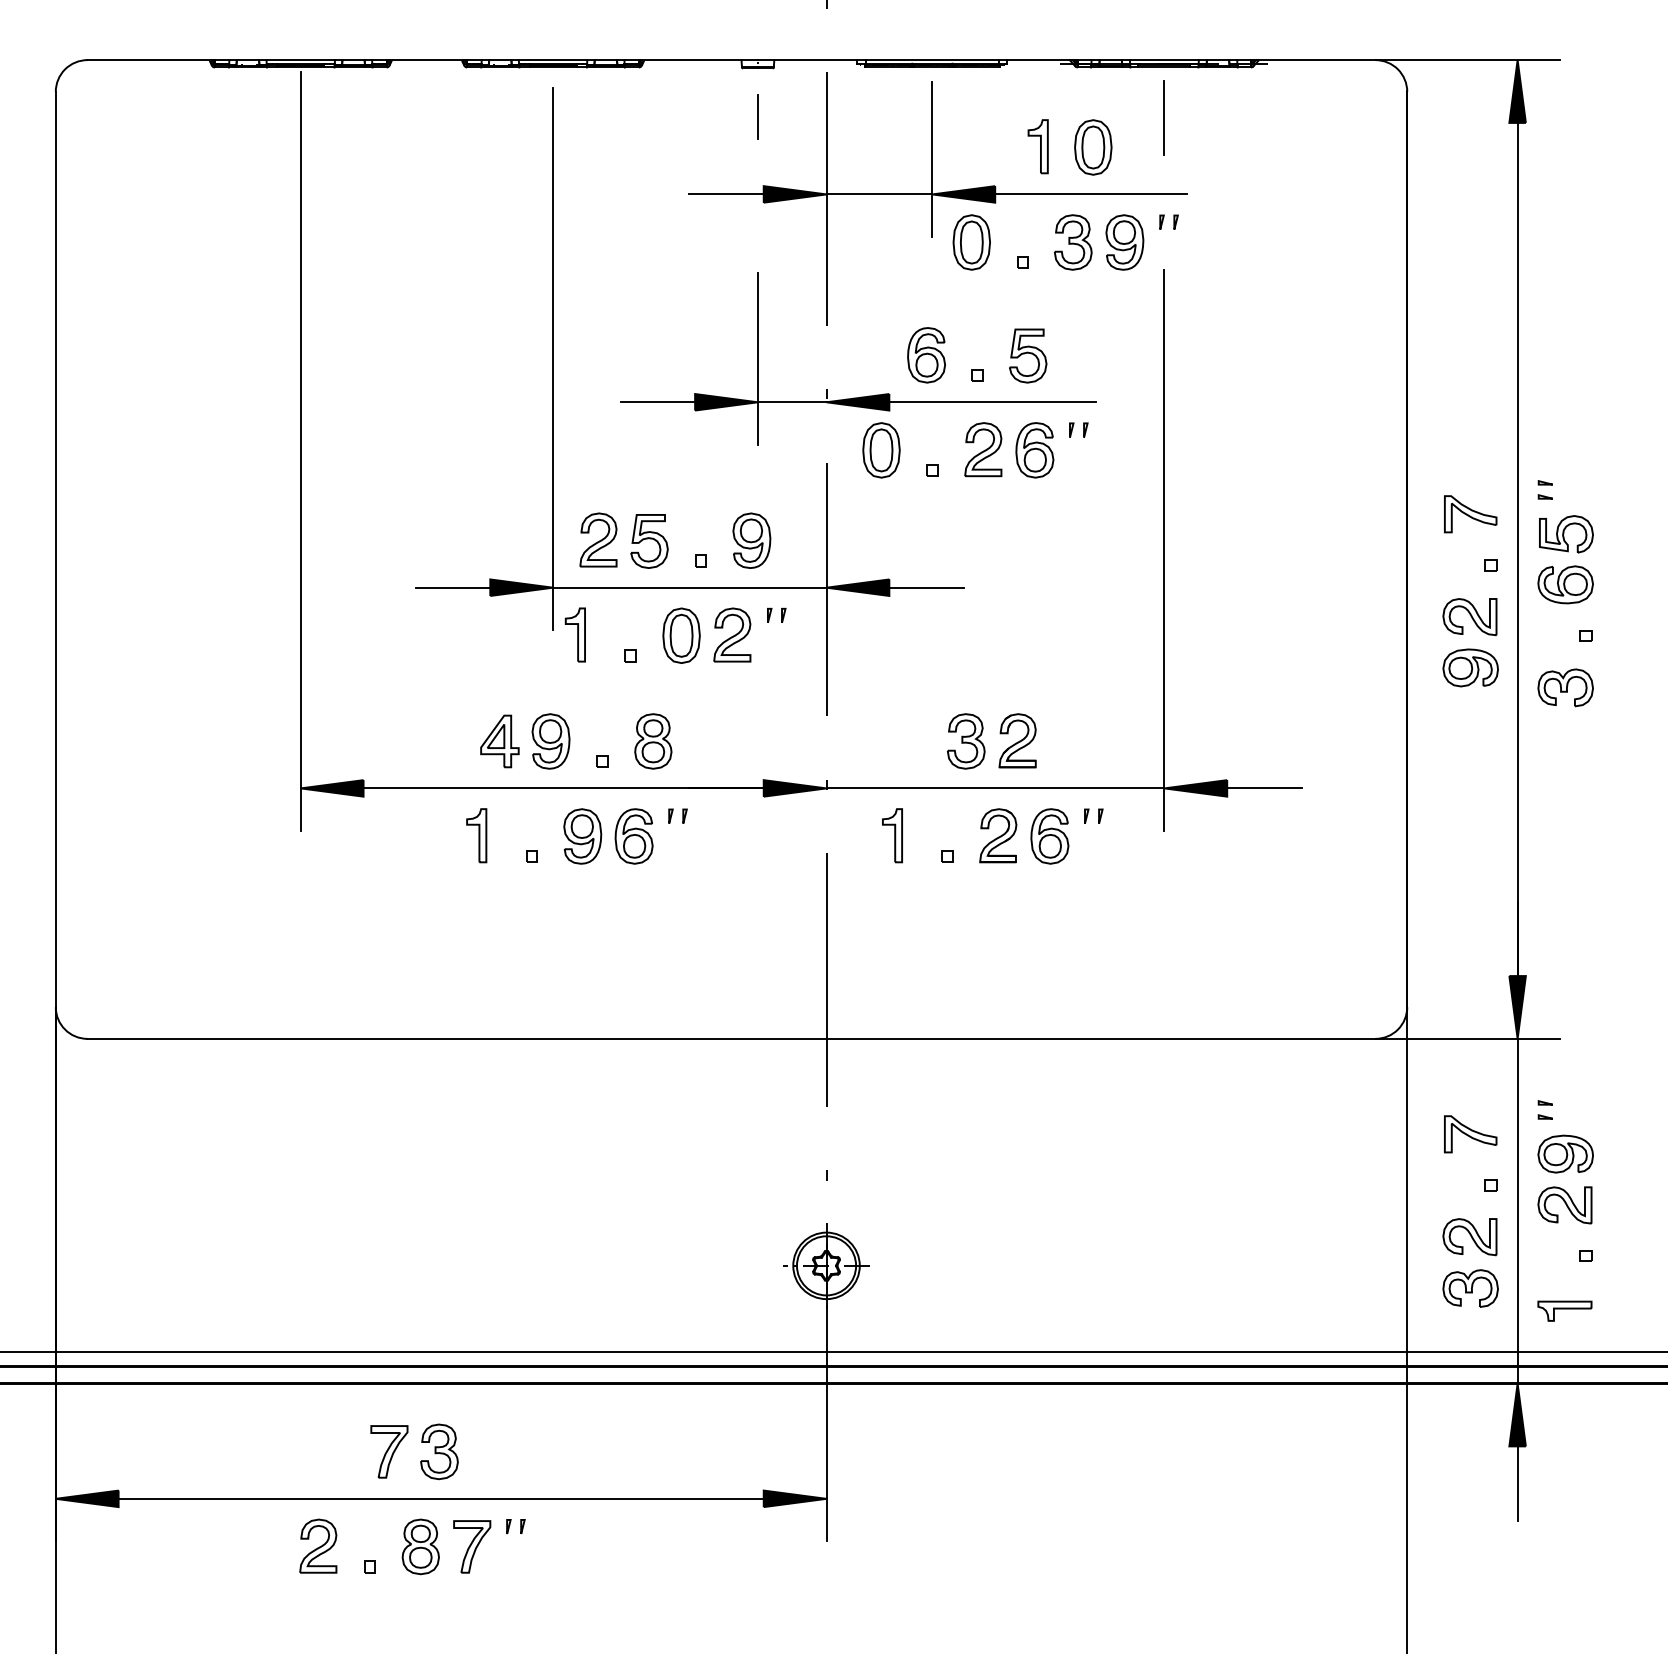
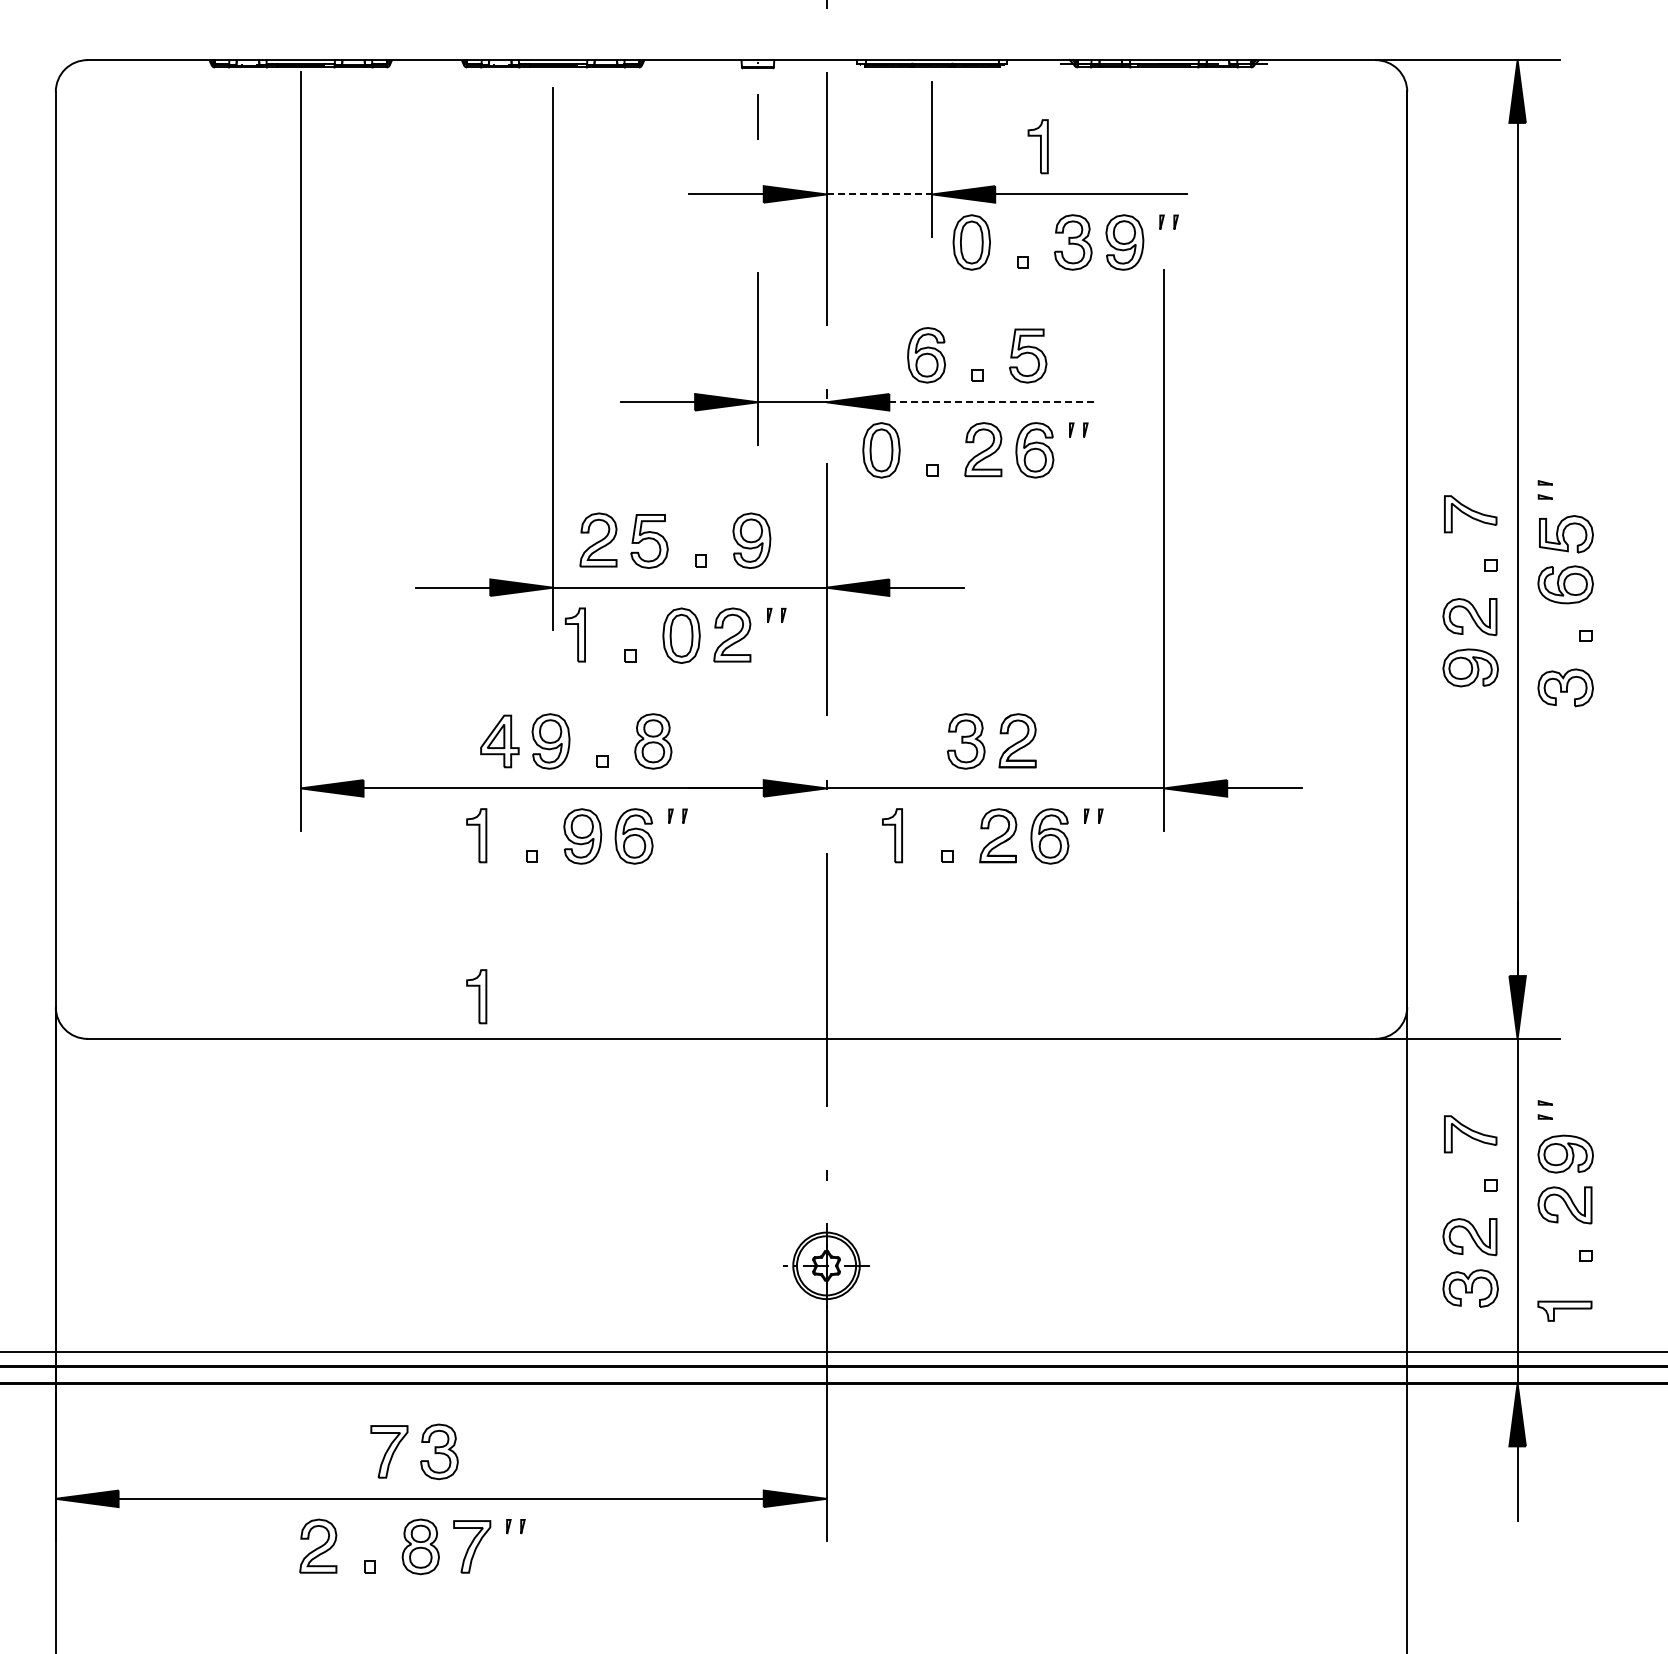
line at (1164, 118): present -> none
part at (1093, 147): present -> none
line at (879, 194): solid -> dashed
line at (992, 402): solid -> dashed
part at (476, 996): none -> present
